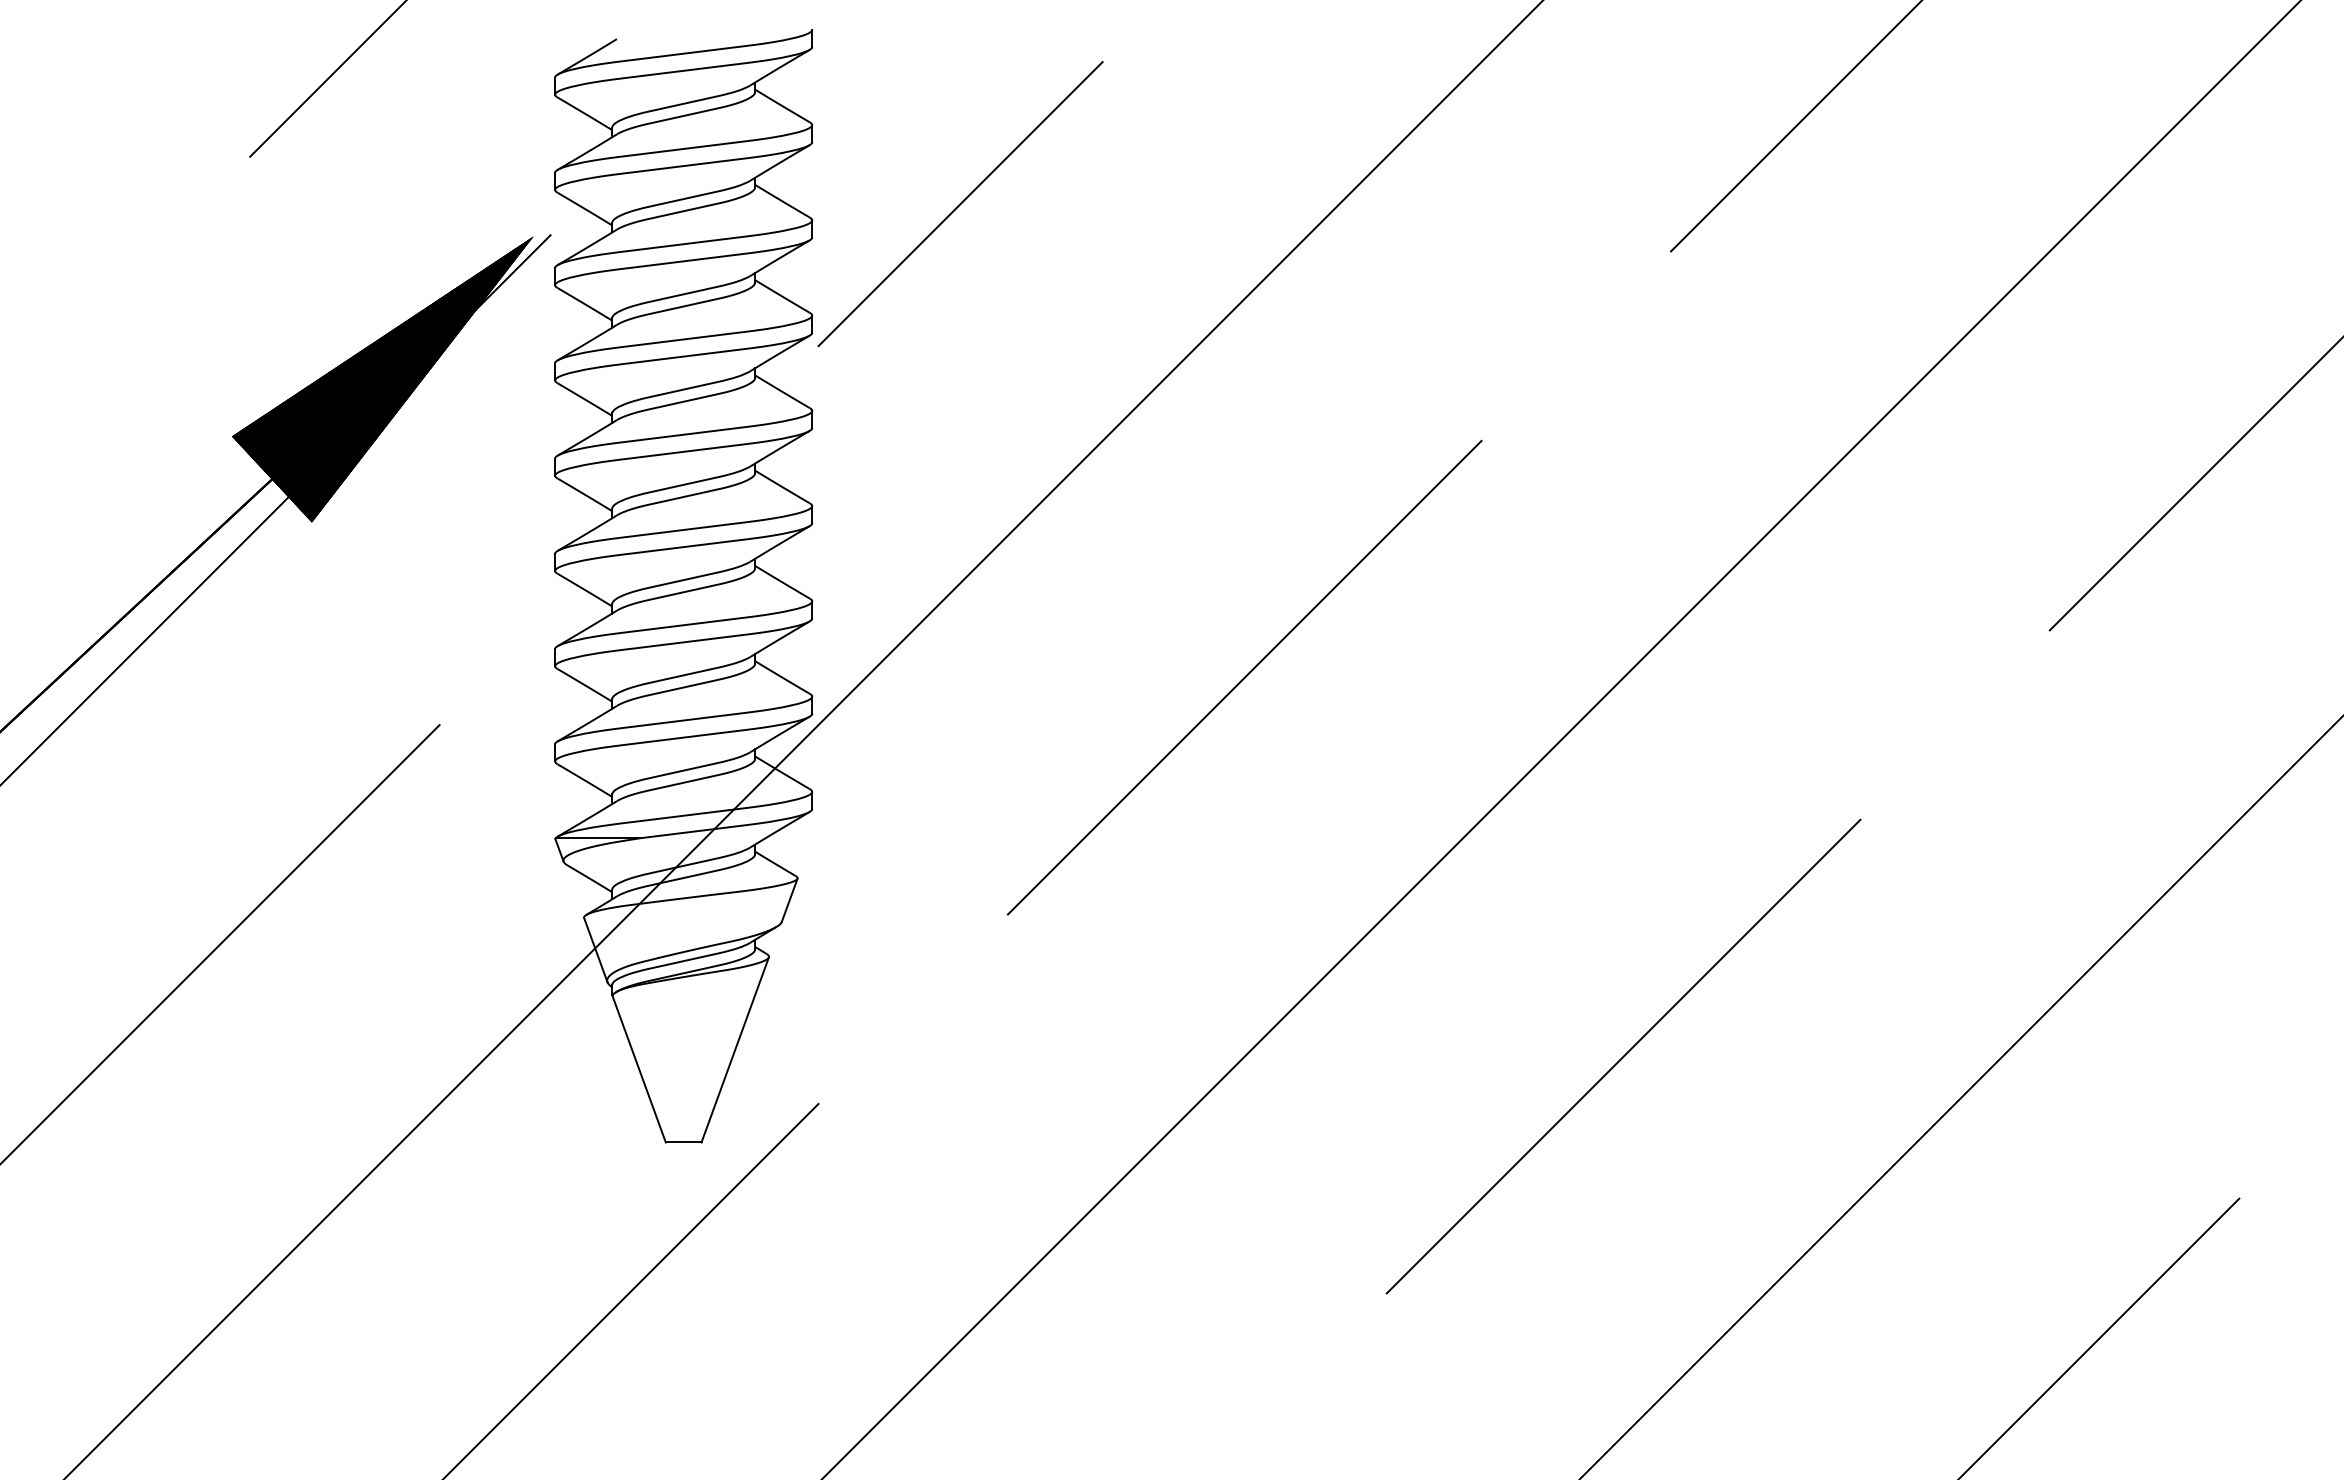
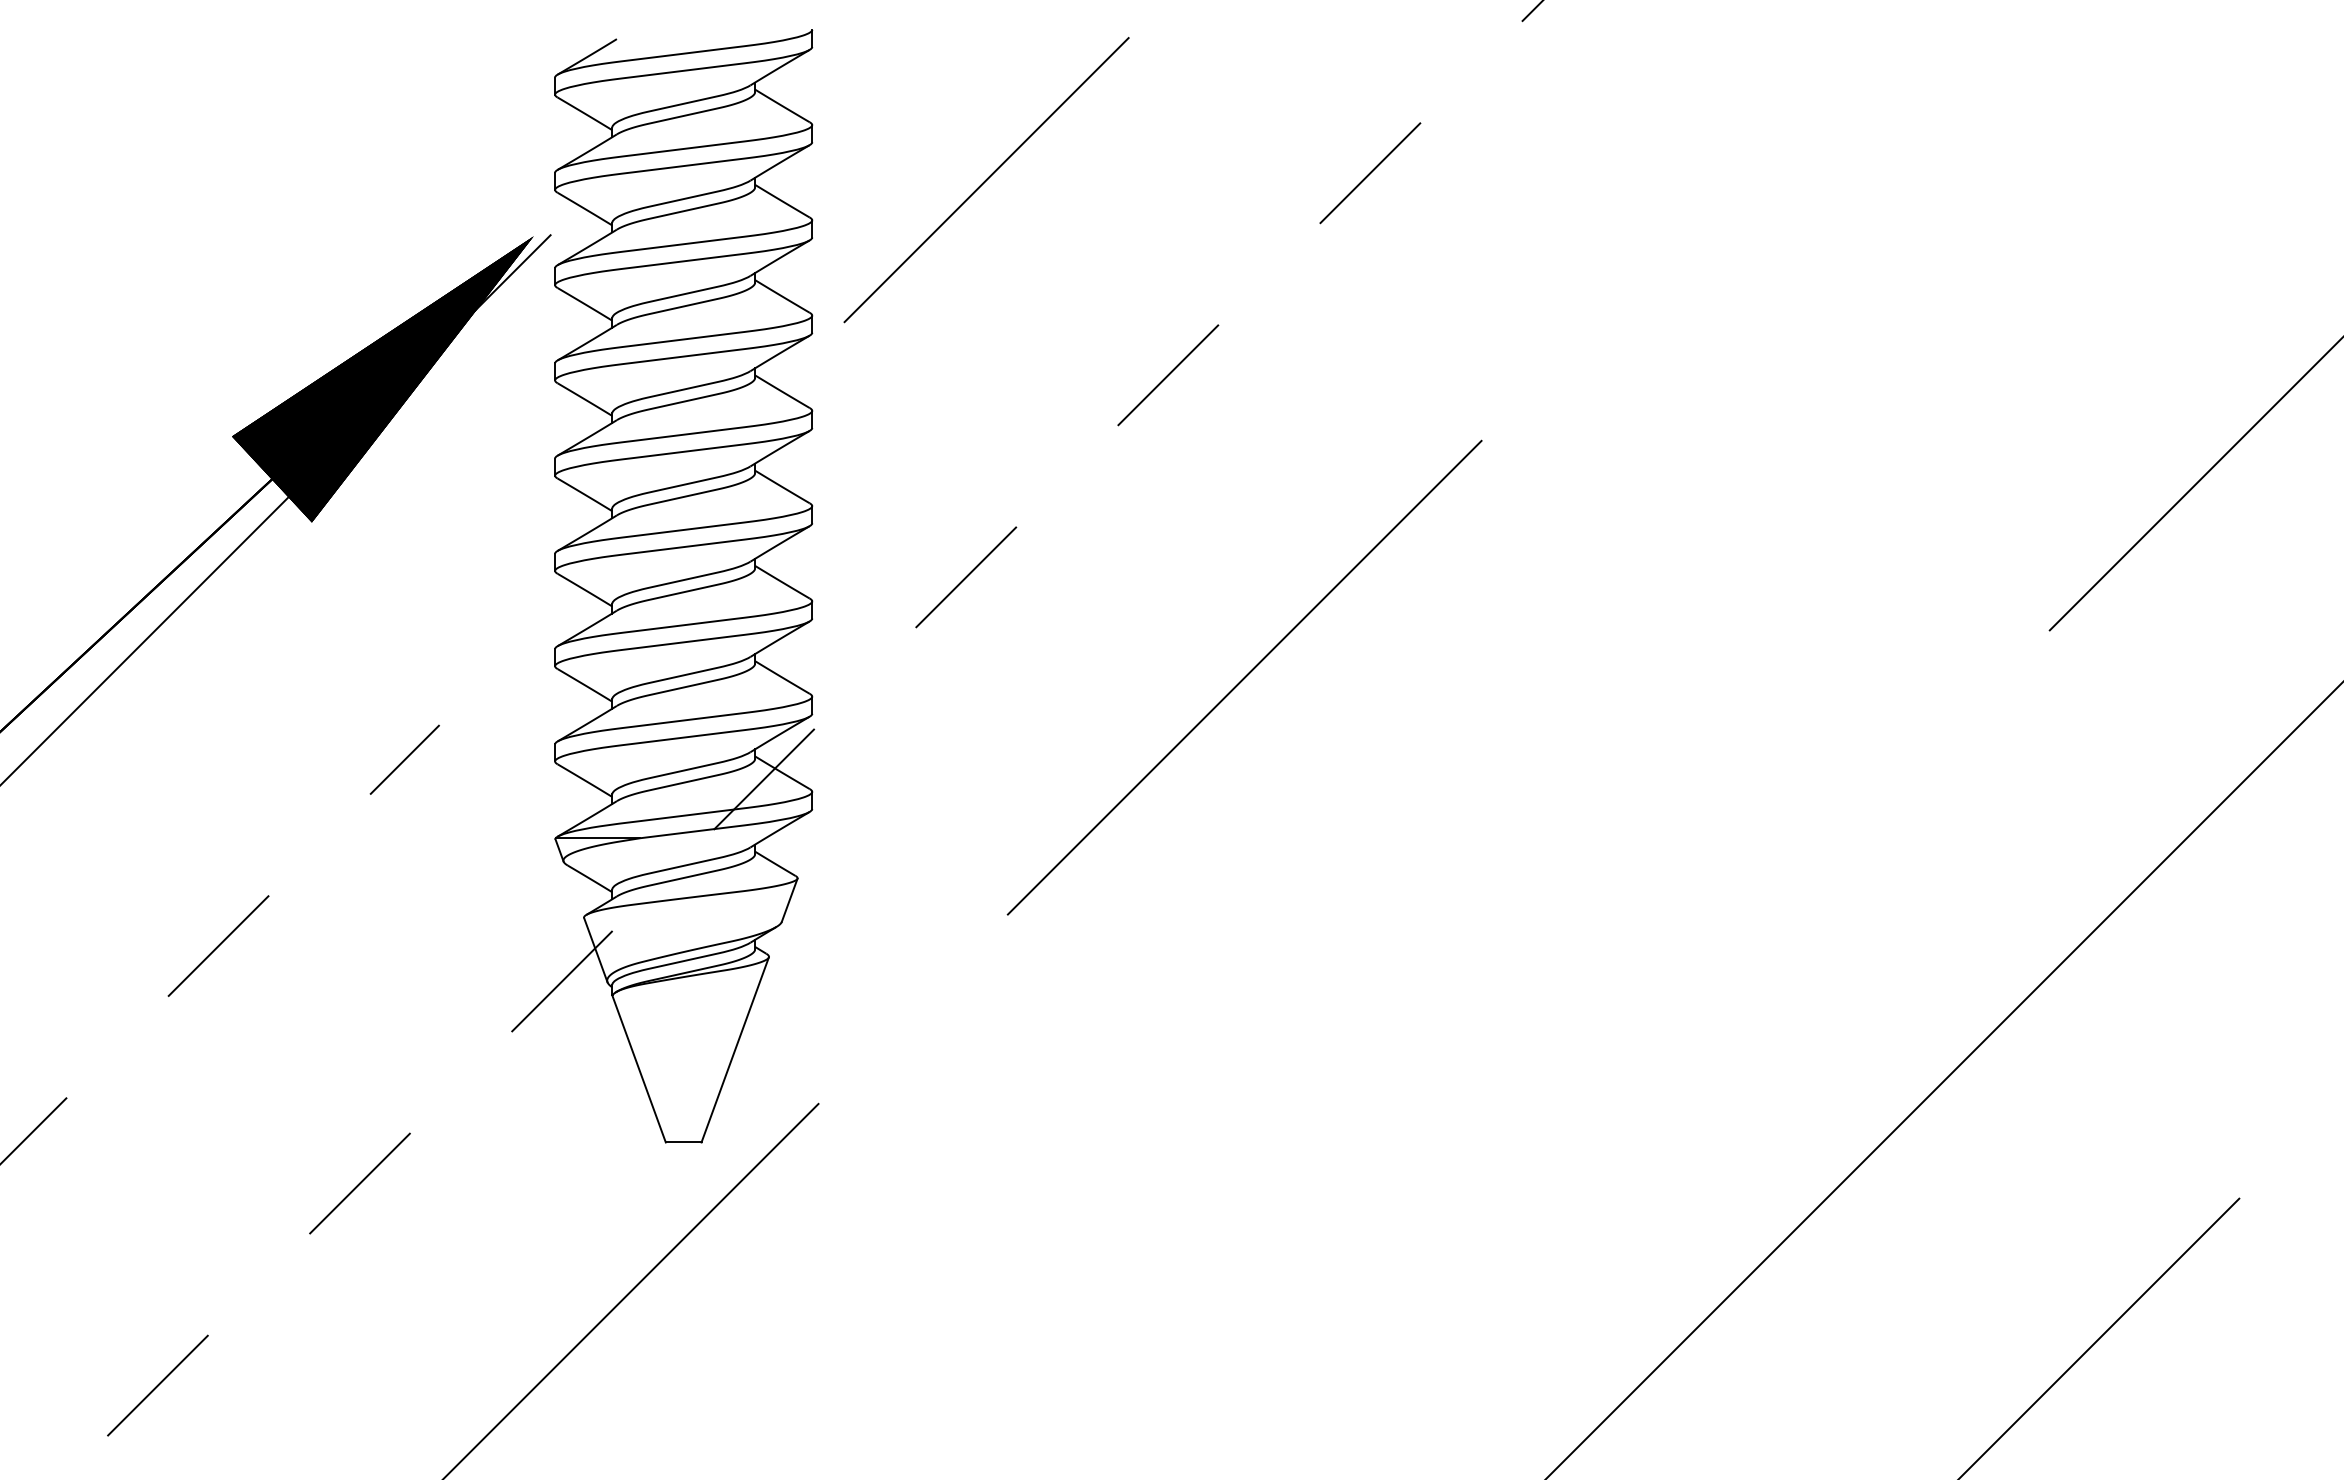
line at (327, 79): present -> none
line at (1795, 126): present -> none
line at (960, 204) position: (960, 204) -> (986, 180)
line at (1561, 739): present -> none
line at (803, 740): solid -> dashed
line at (220, 944): solid -> dashed
line at (1623, 1056): present -> none
line at (1961, 1097) position: (1961, 1097) -> (1944, 1080)
